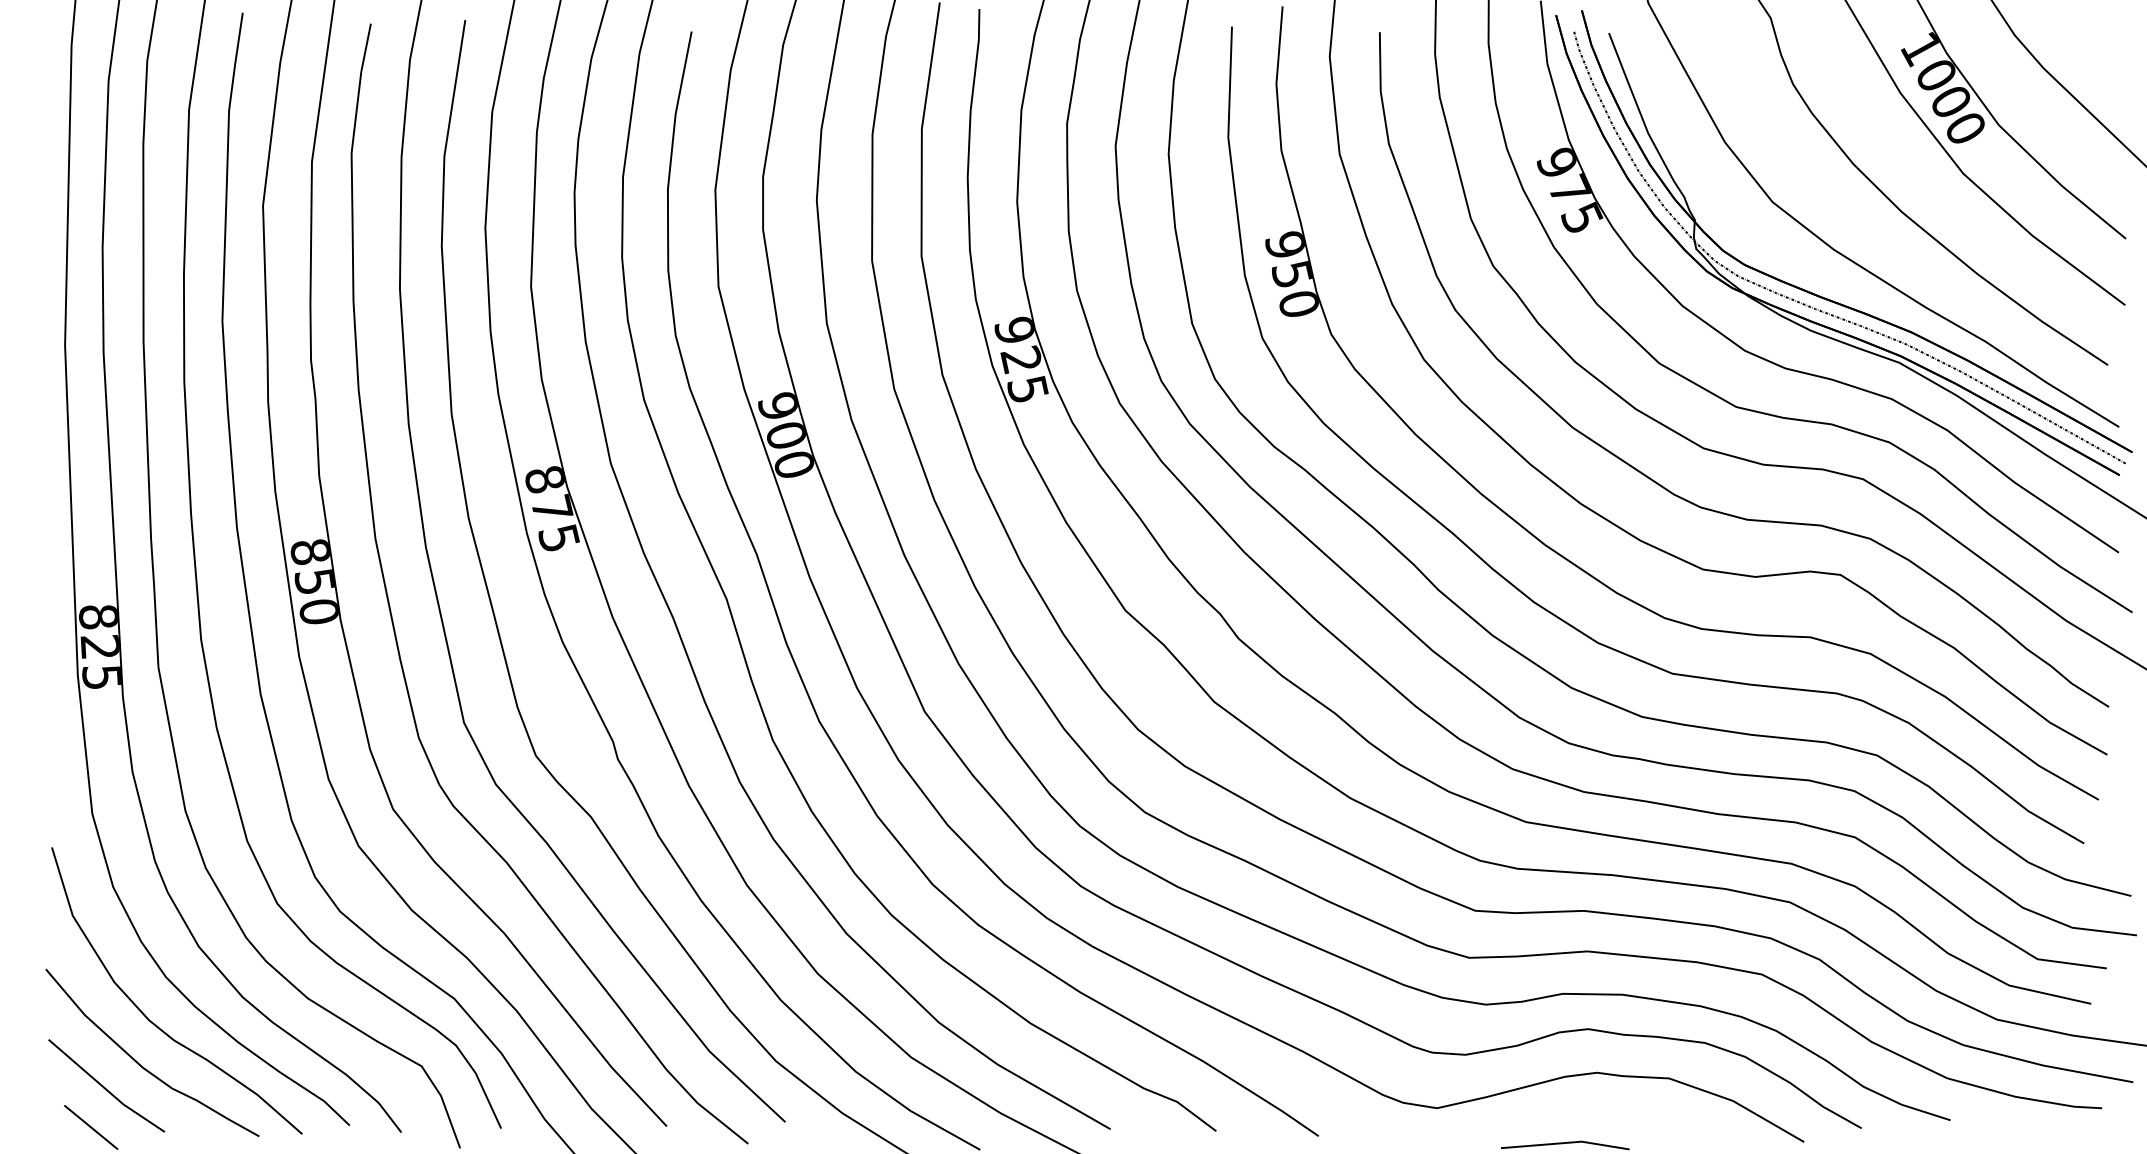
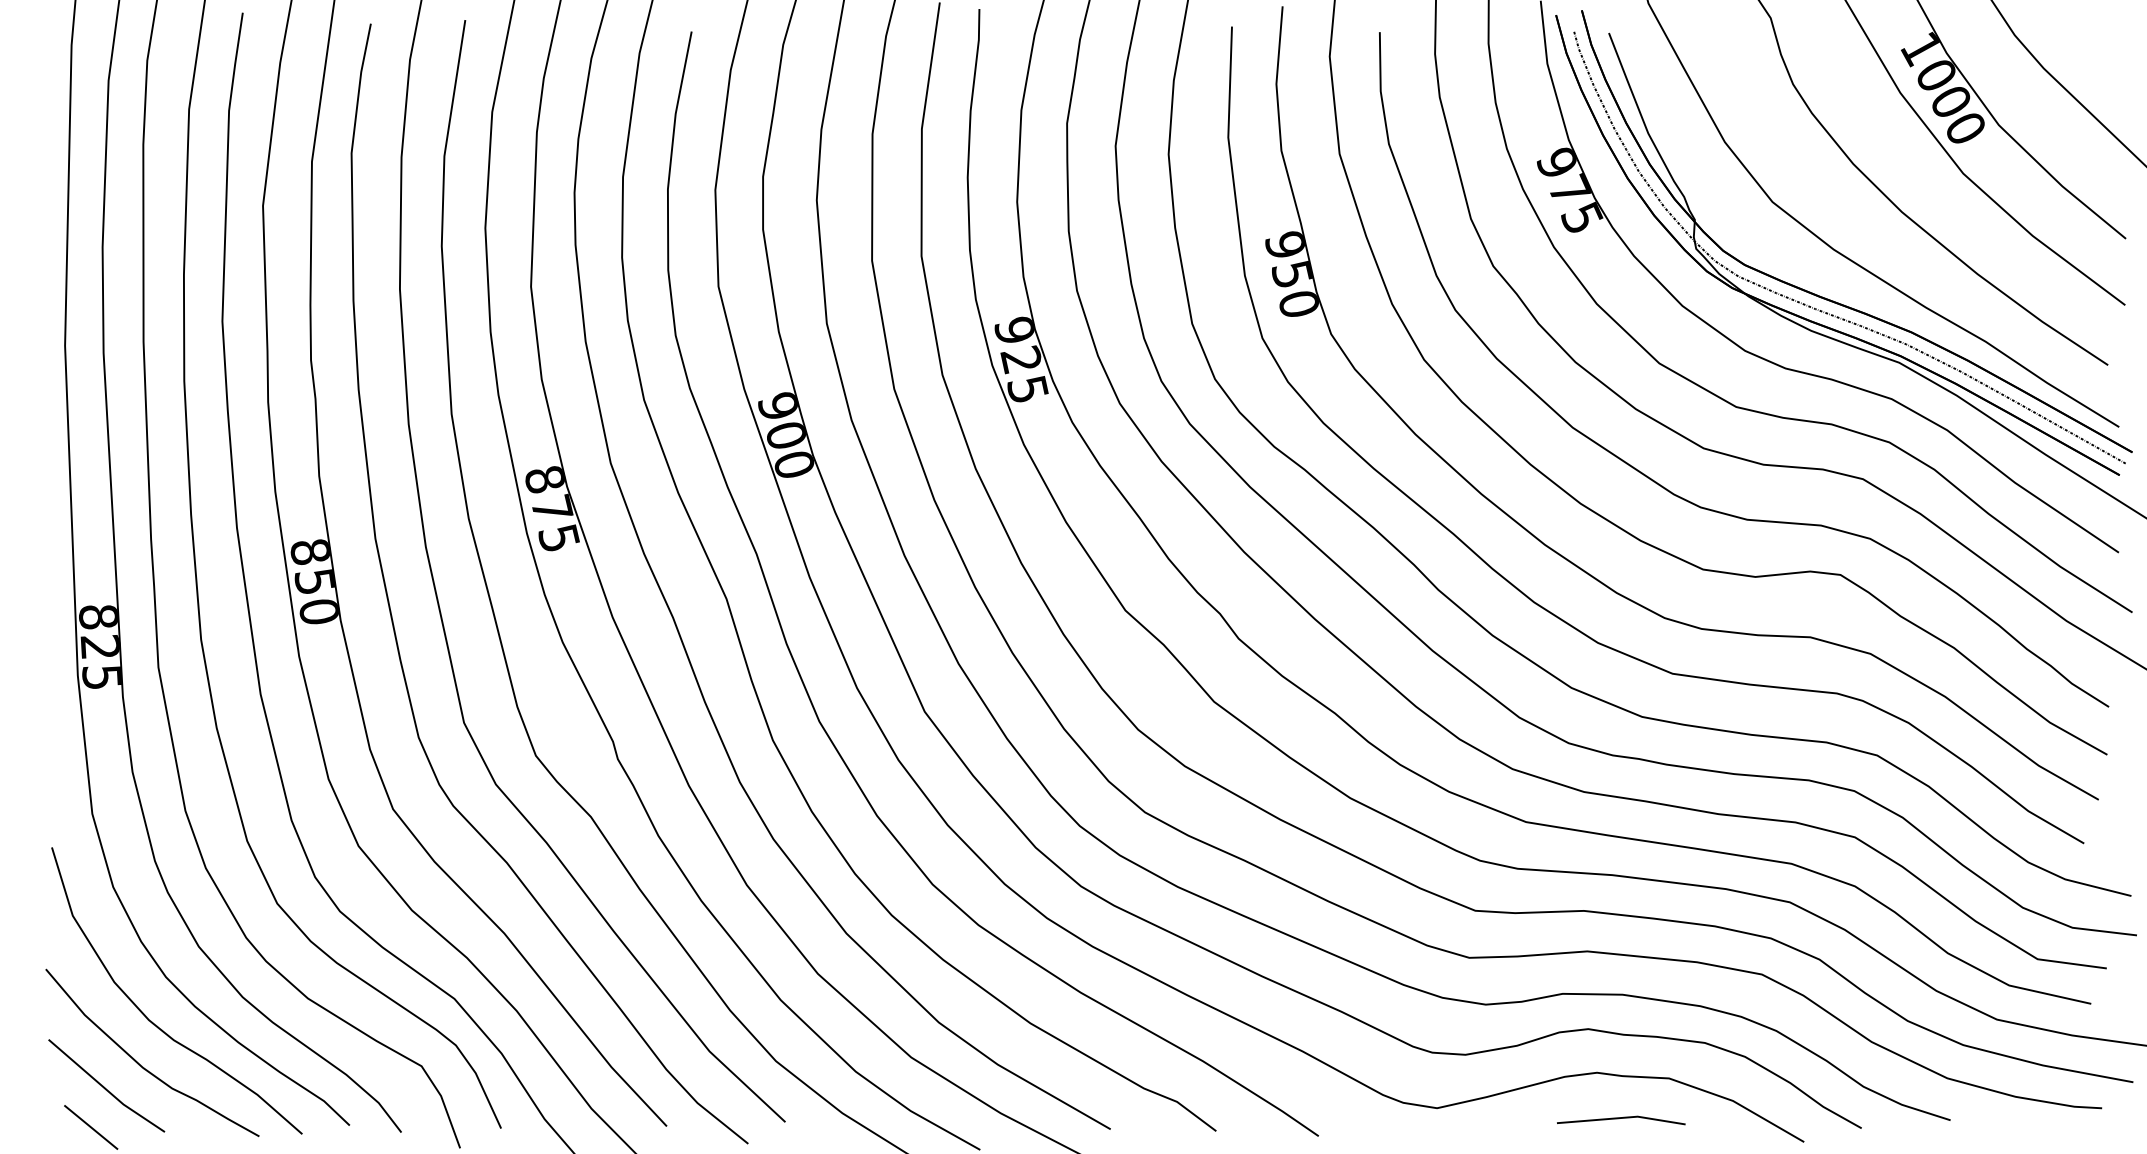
line at (1565, 1143) position: (1565, 1143) -> (1621, 1118)
